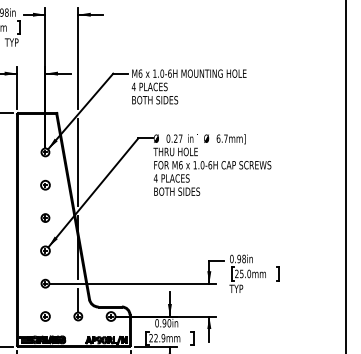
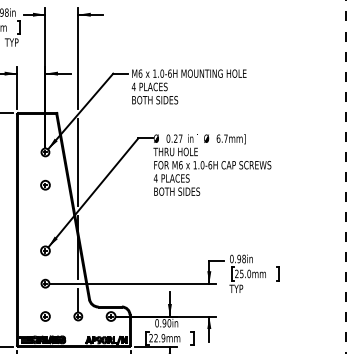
line at (345, 176): solid -> dashed
part at (45, 217): present -> none
